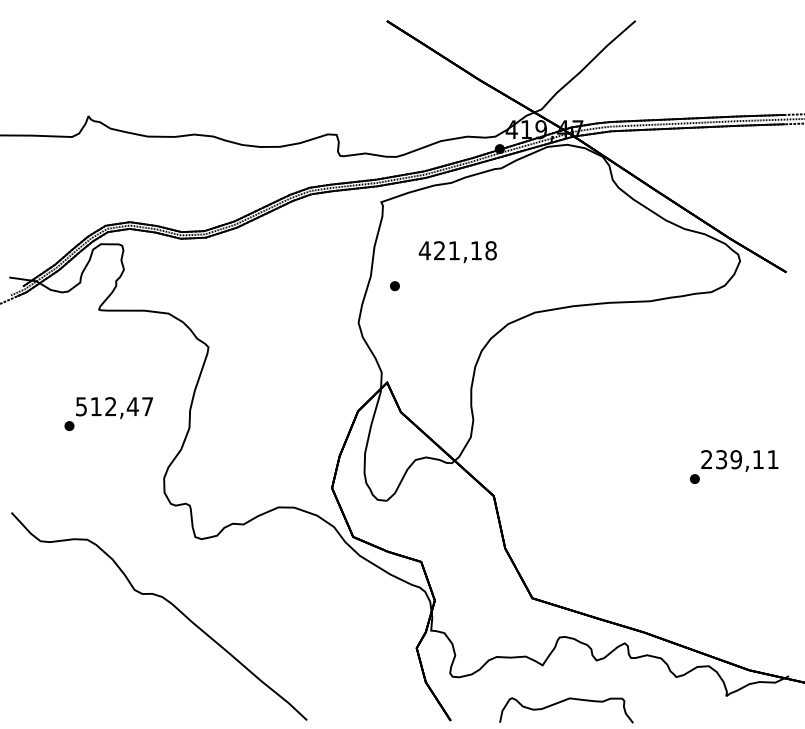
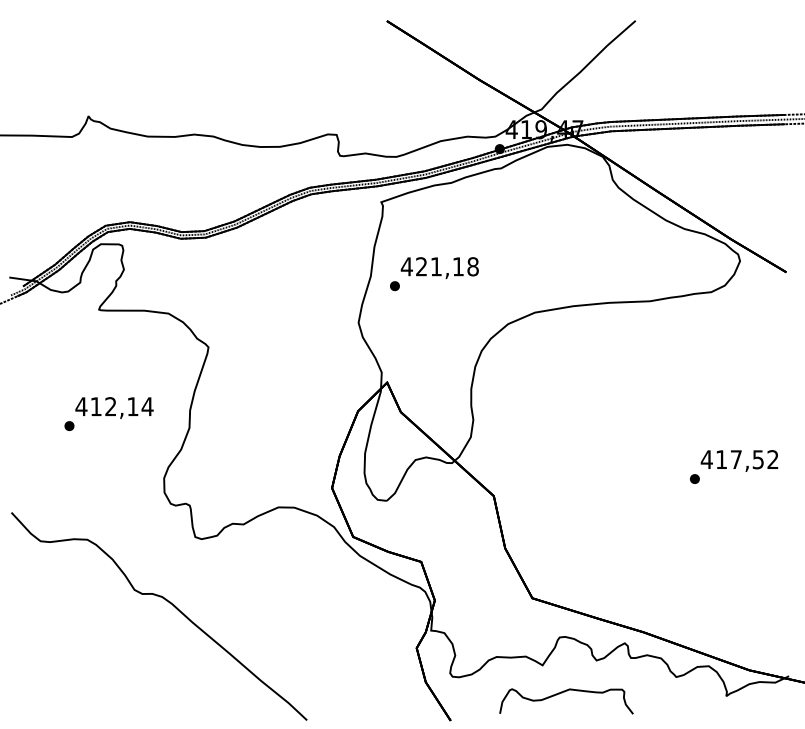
text at (457, 252) position: (457, 252) -> (439, 268)
text at (114, 406): 512,47 -> 412,14
text at (739, 459): 239,11 -> 417,52
curve at (562, 702) position: (562, 702) -> (562, 693)
